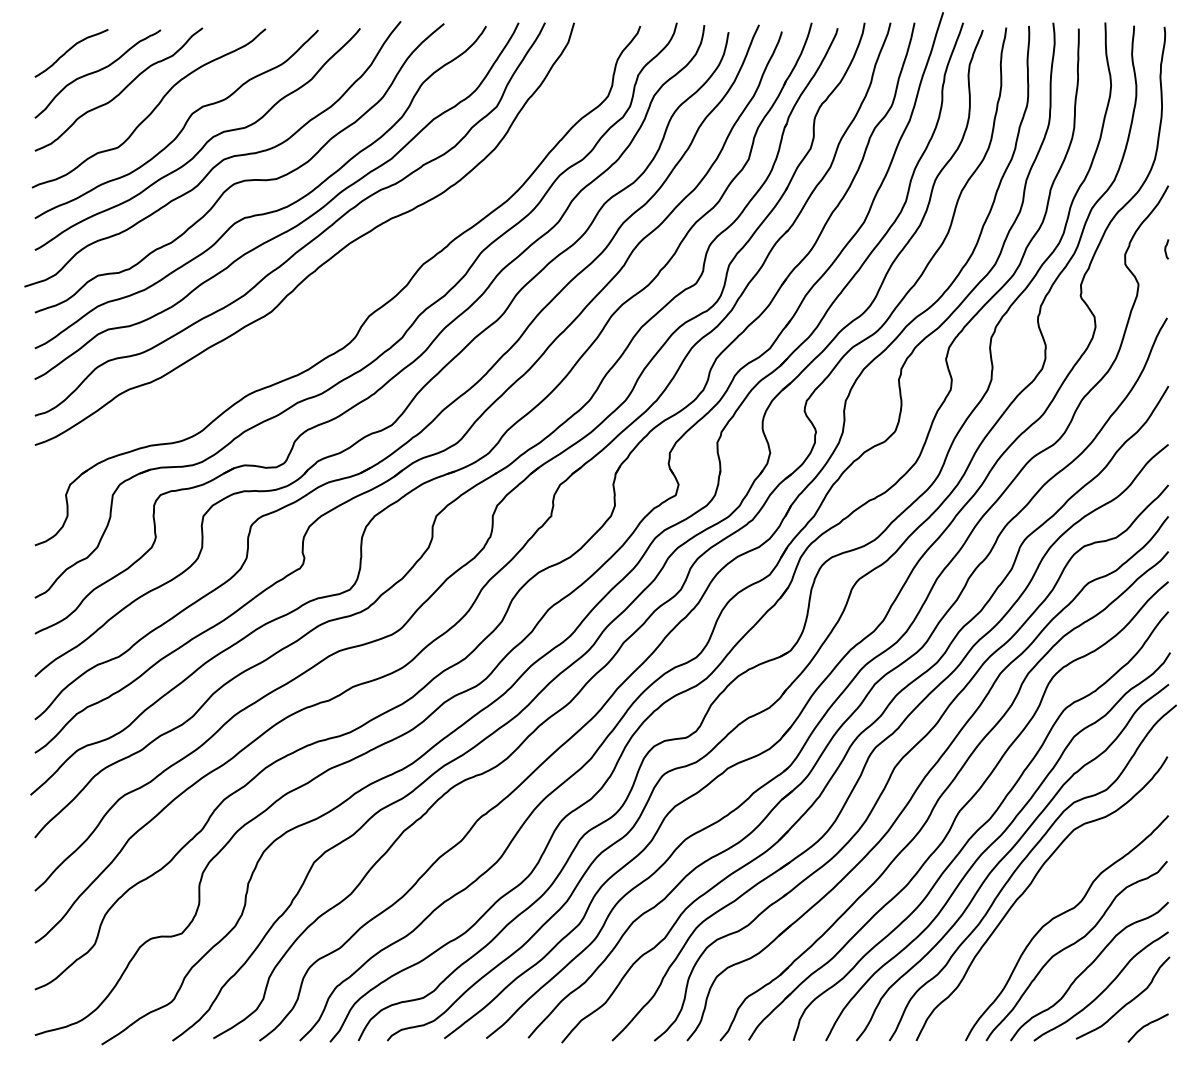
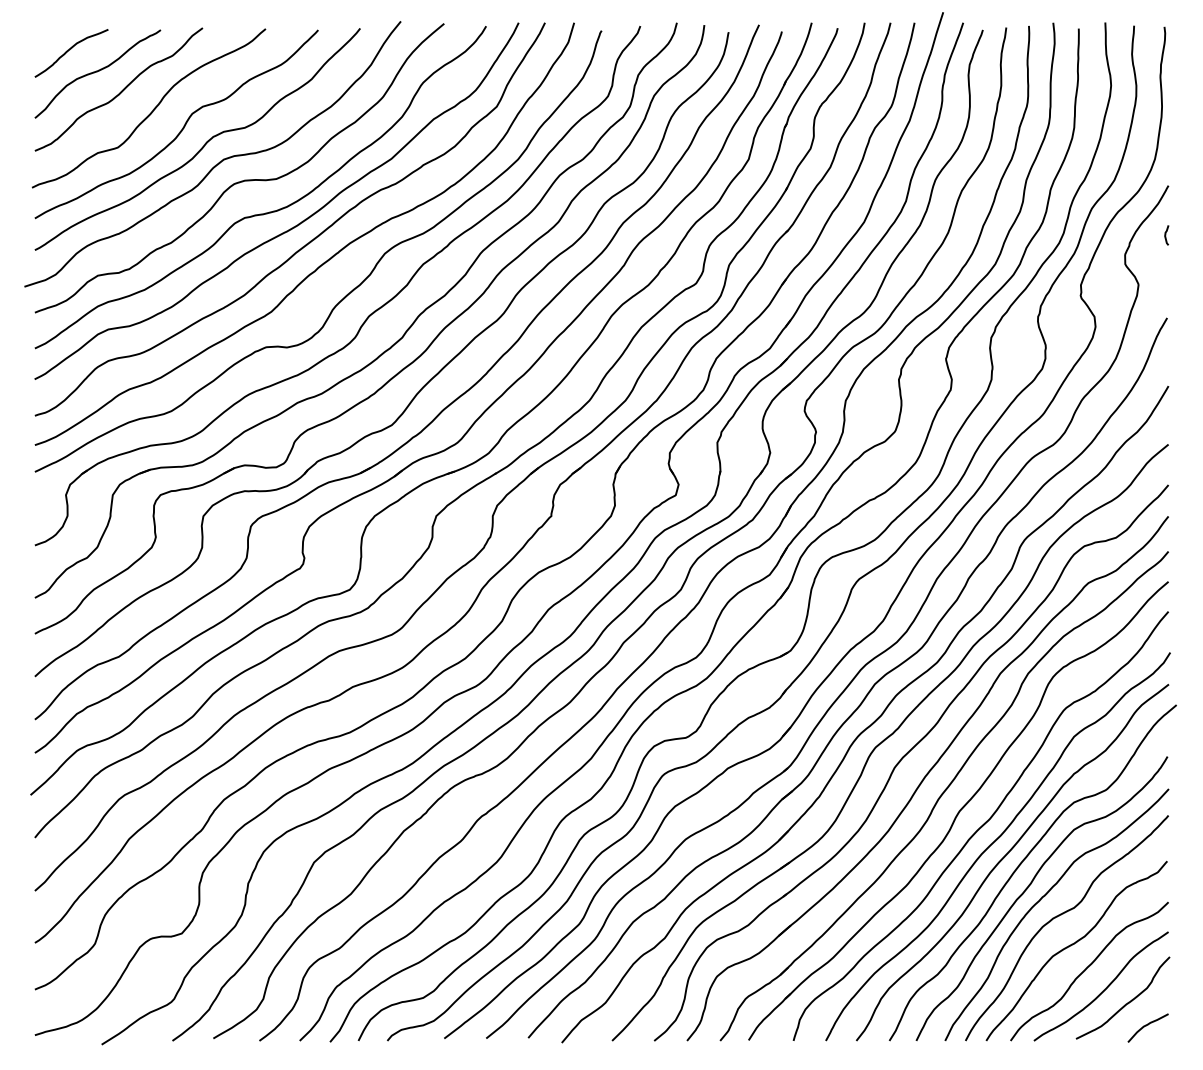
curve at (1166, 249) position: (1166, 249) -> (1166, 235)
curve at (353, 288): none -> present
curve at (1040, 901): none -> present
